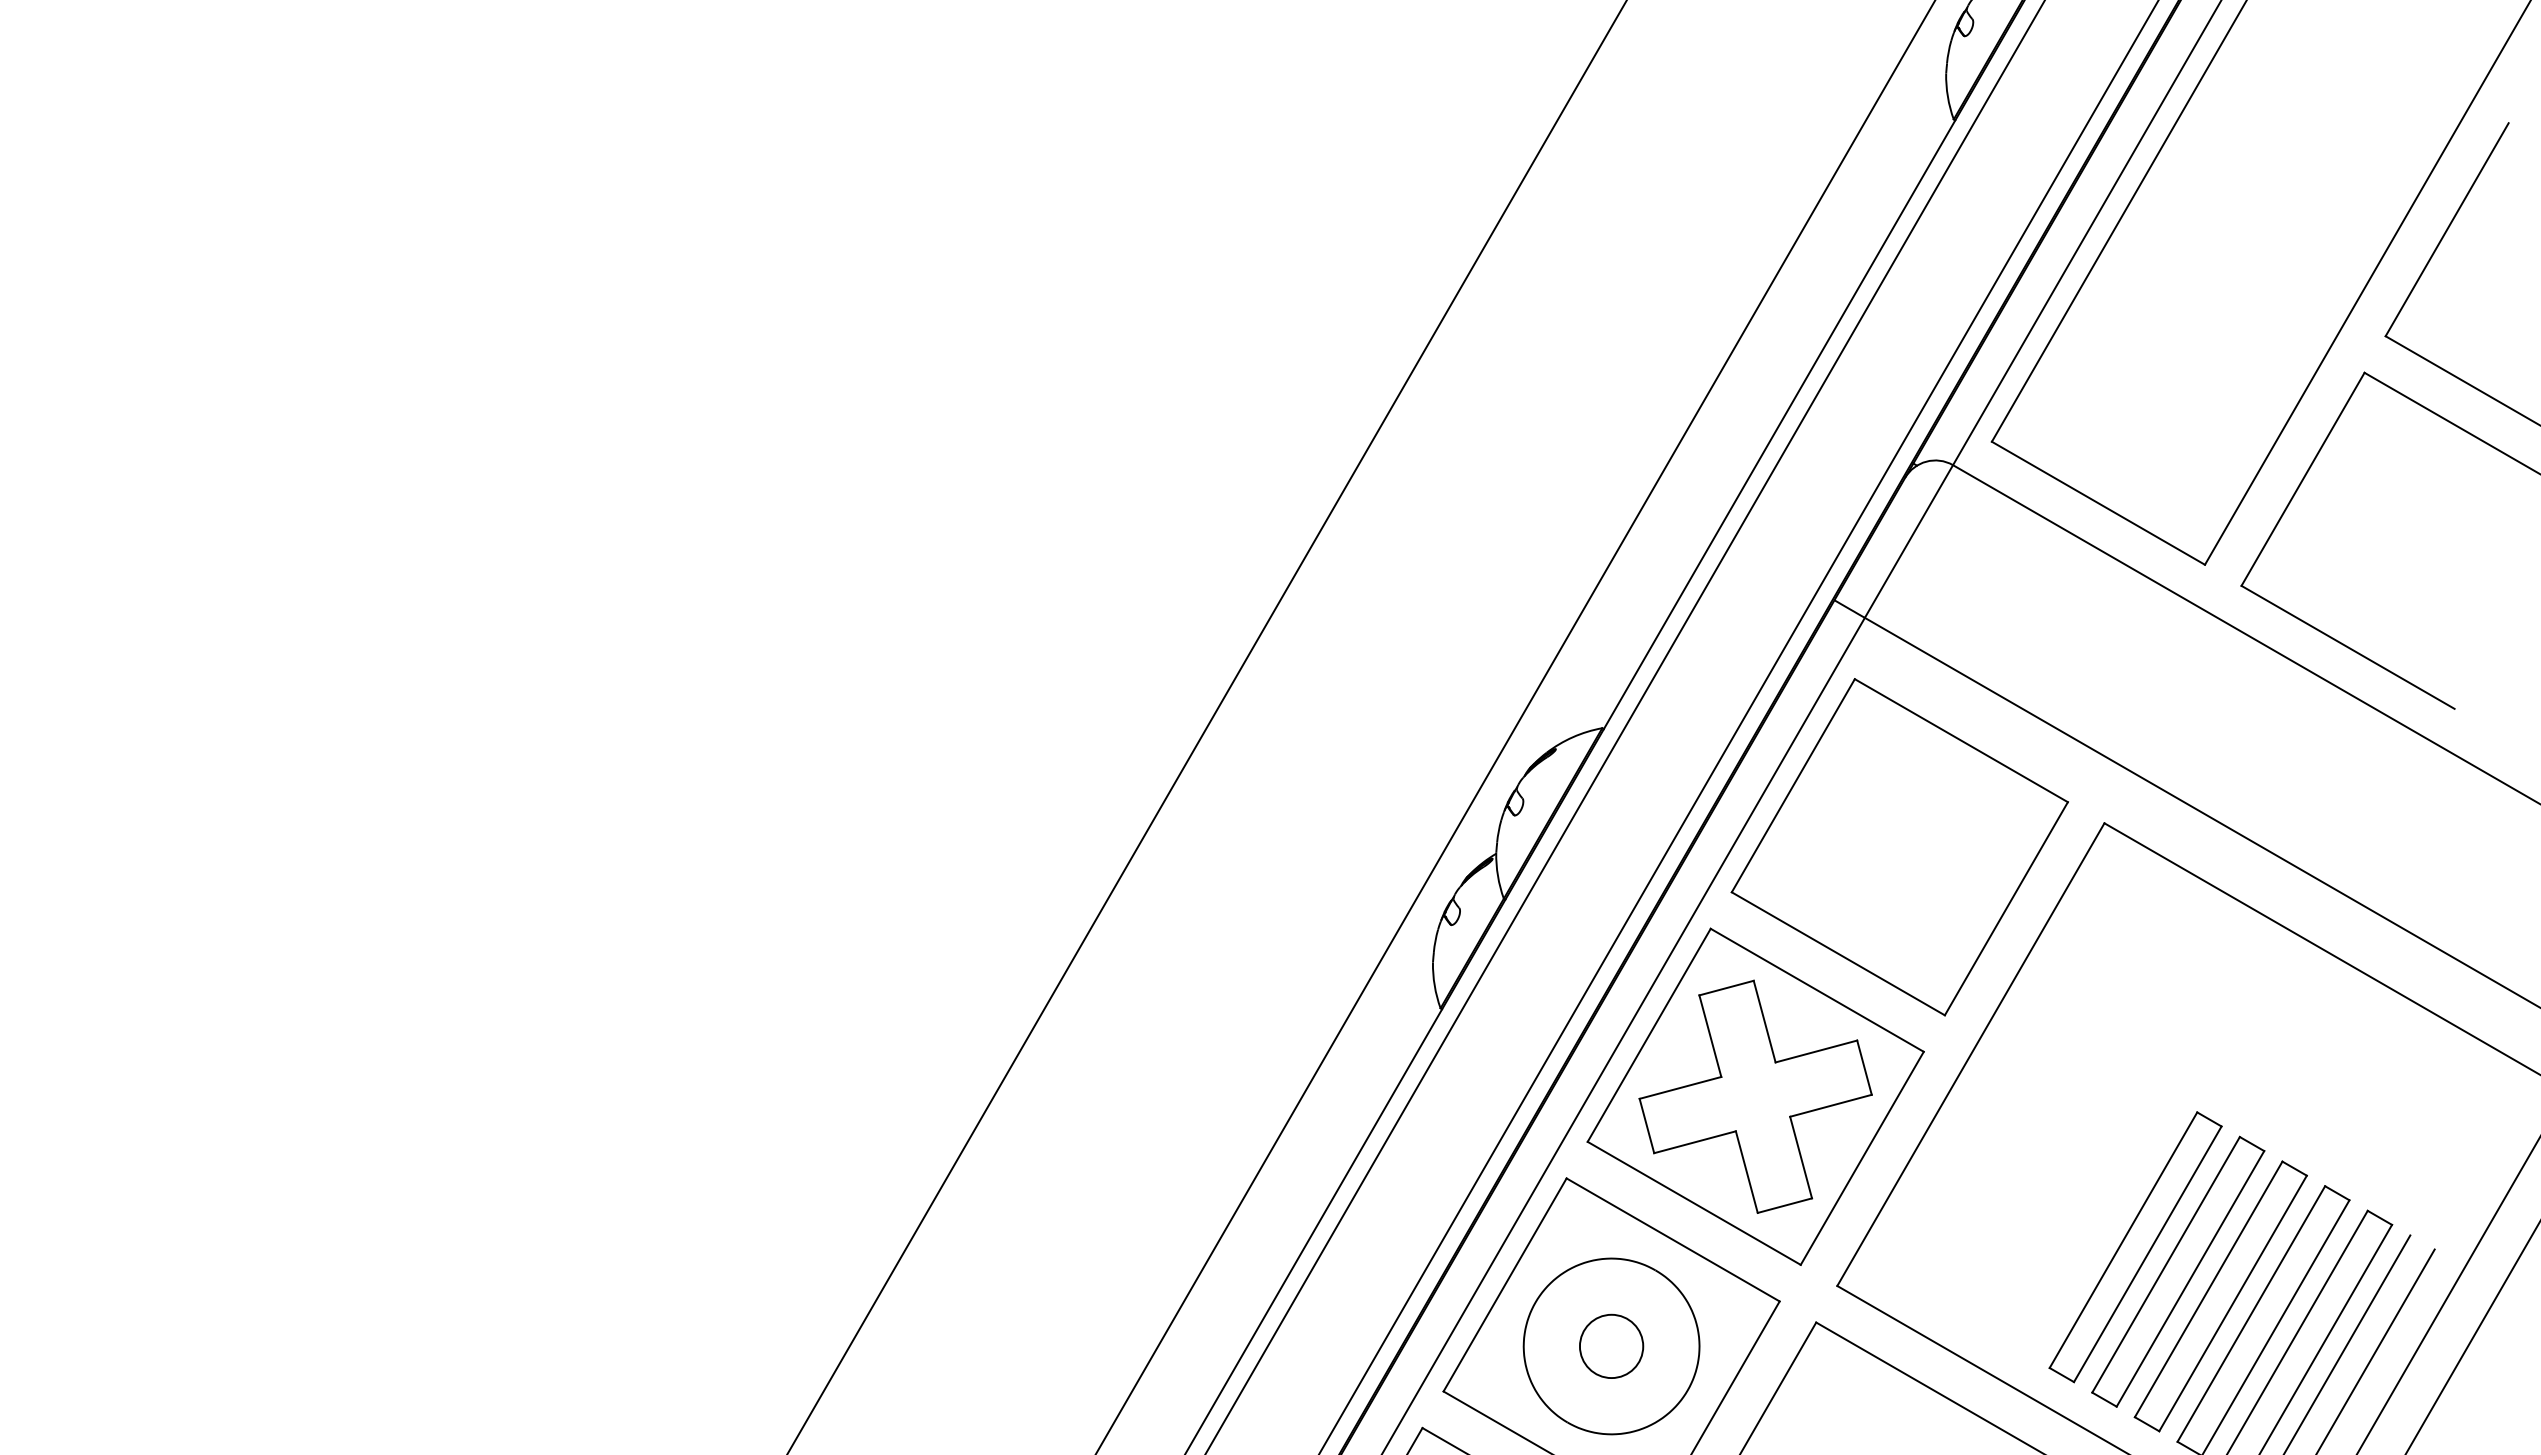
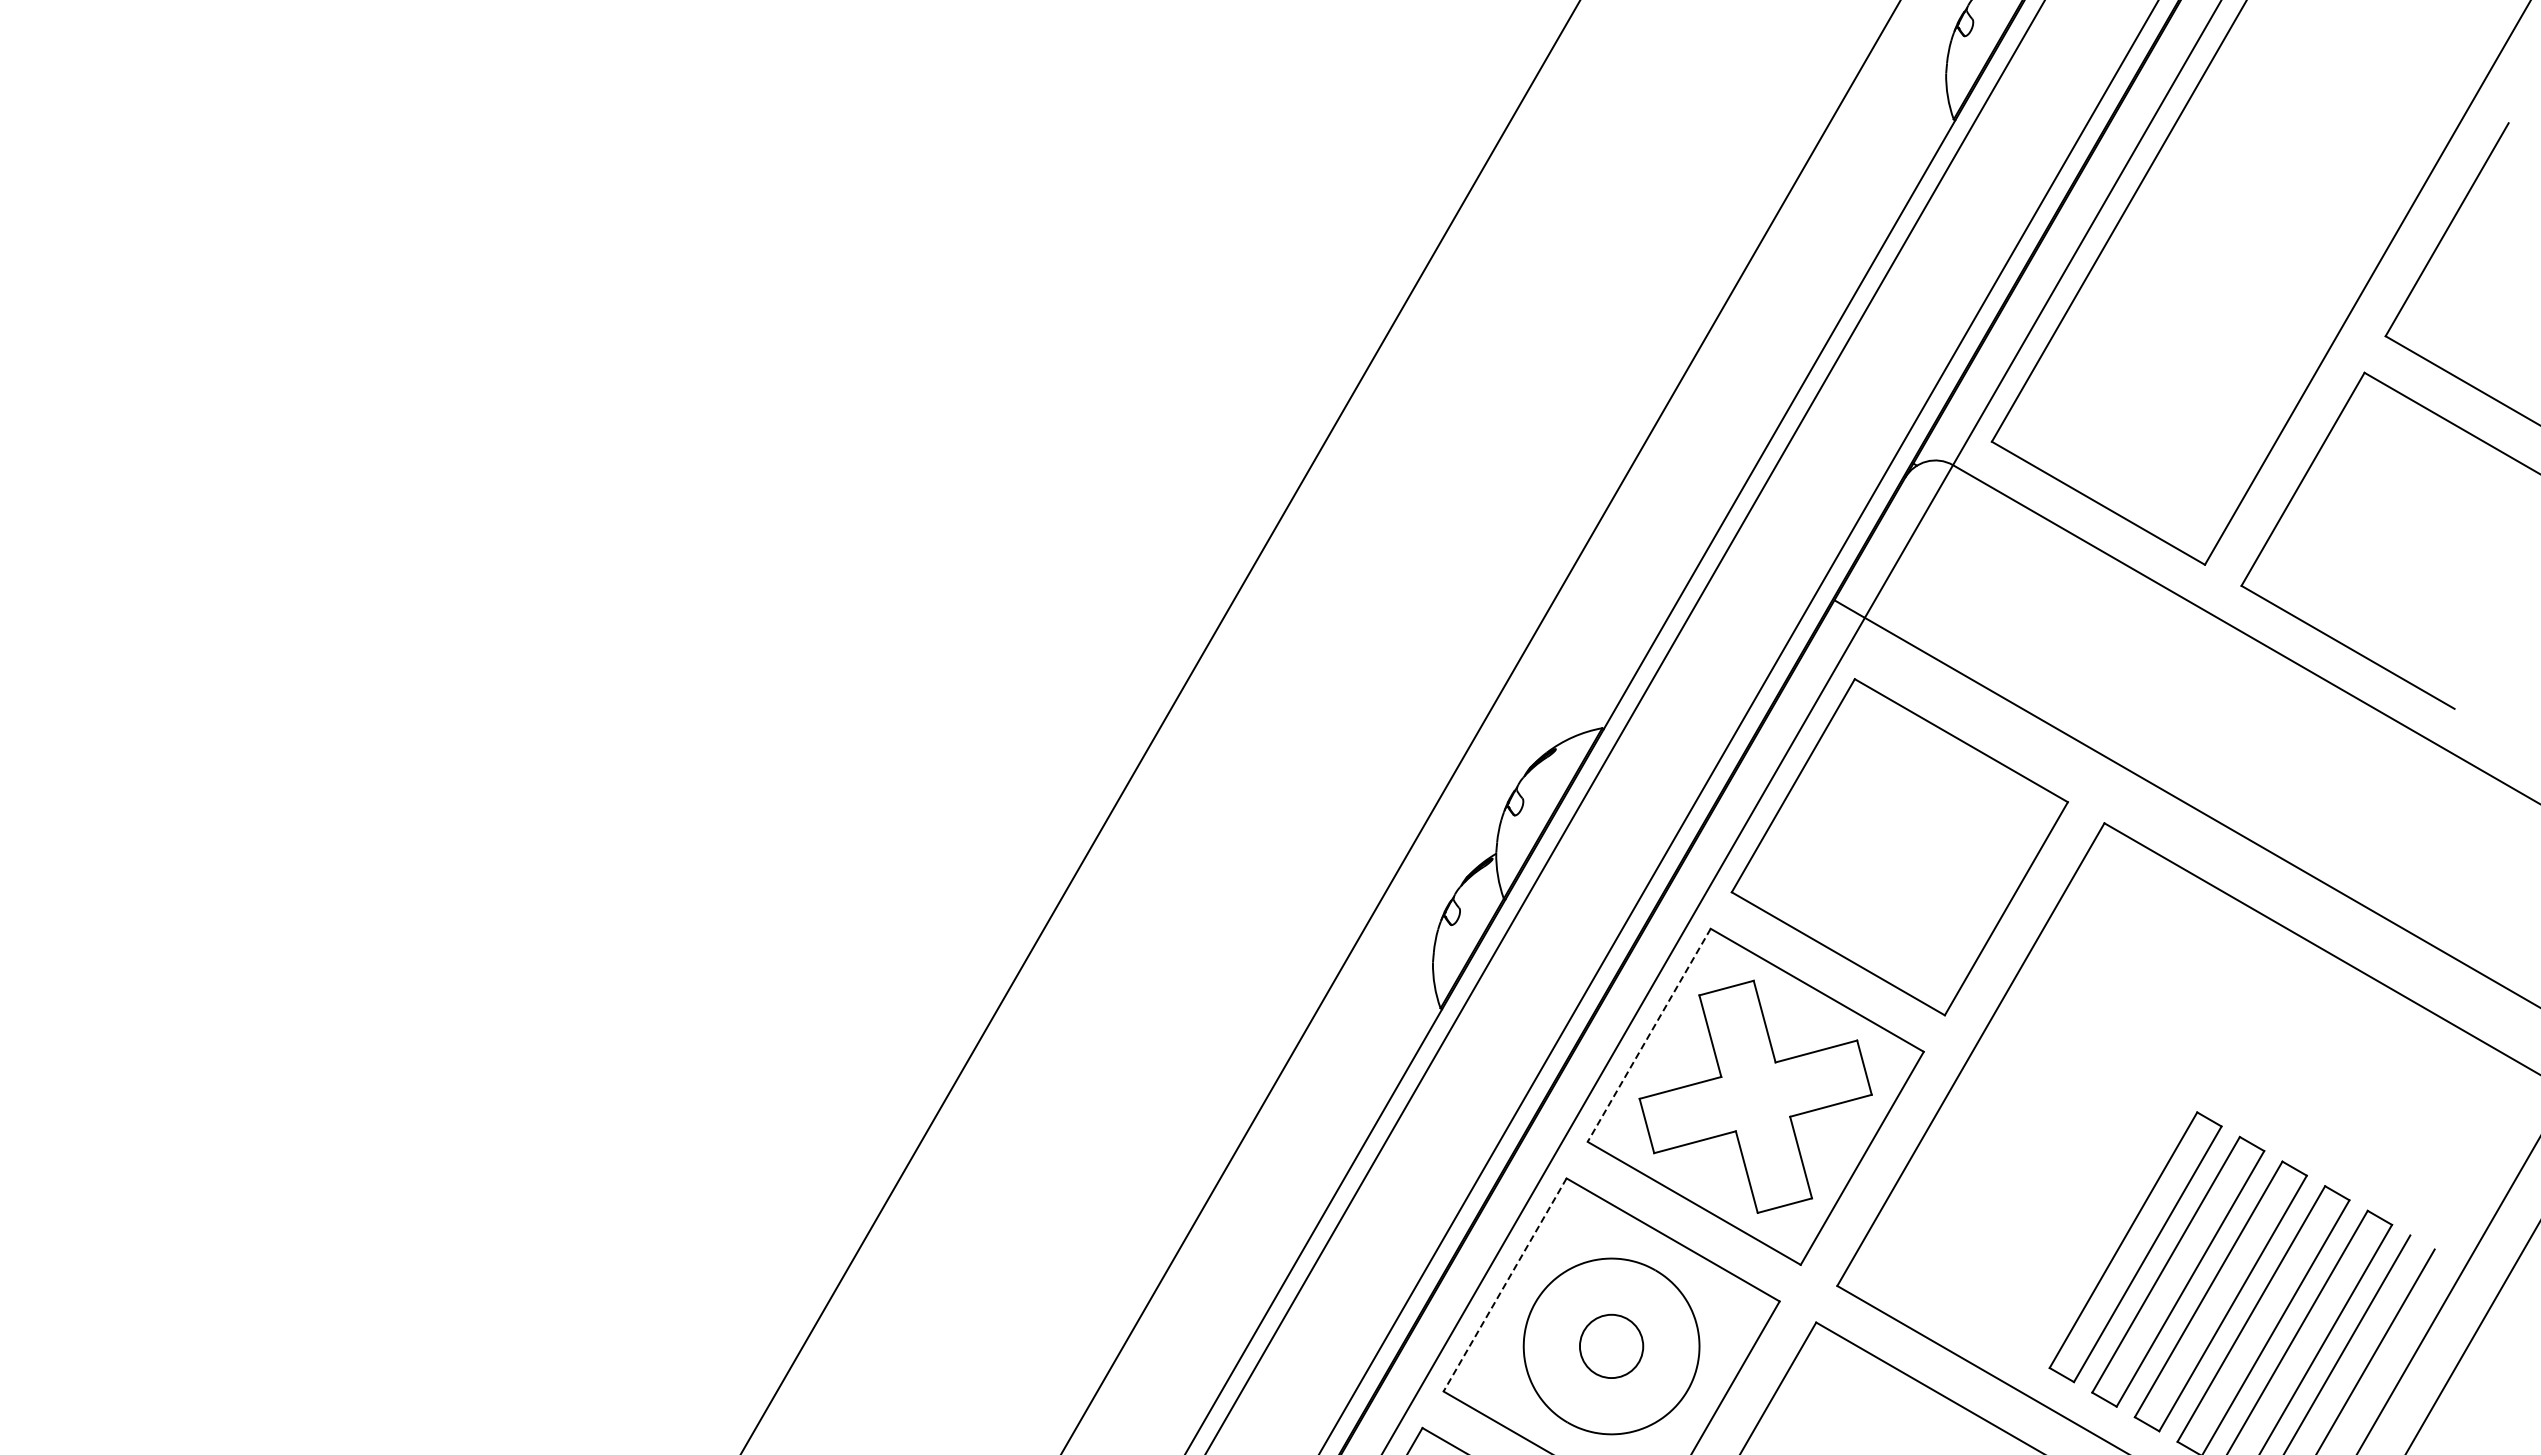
line at (1207, 726) position: (1207, 726) -> (1160, 726)
line at (1515, 726) position: (1515, 726) -> (1480, 726)
line at (1648, 1035): solid -> dashed
line at (1504, 1285): solid -> dashed
